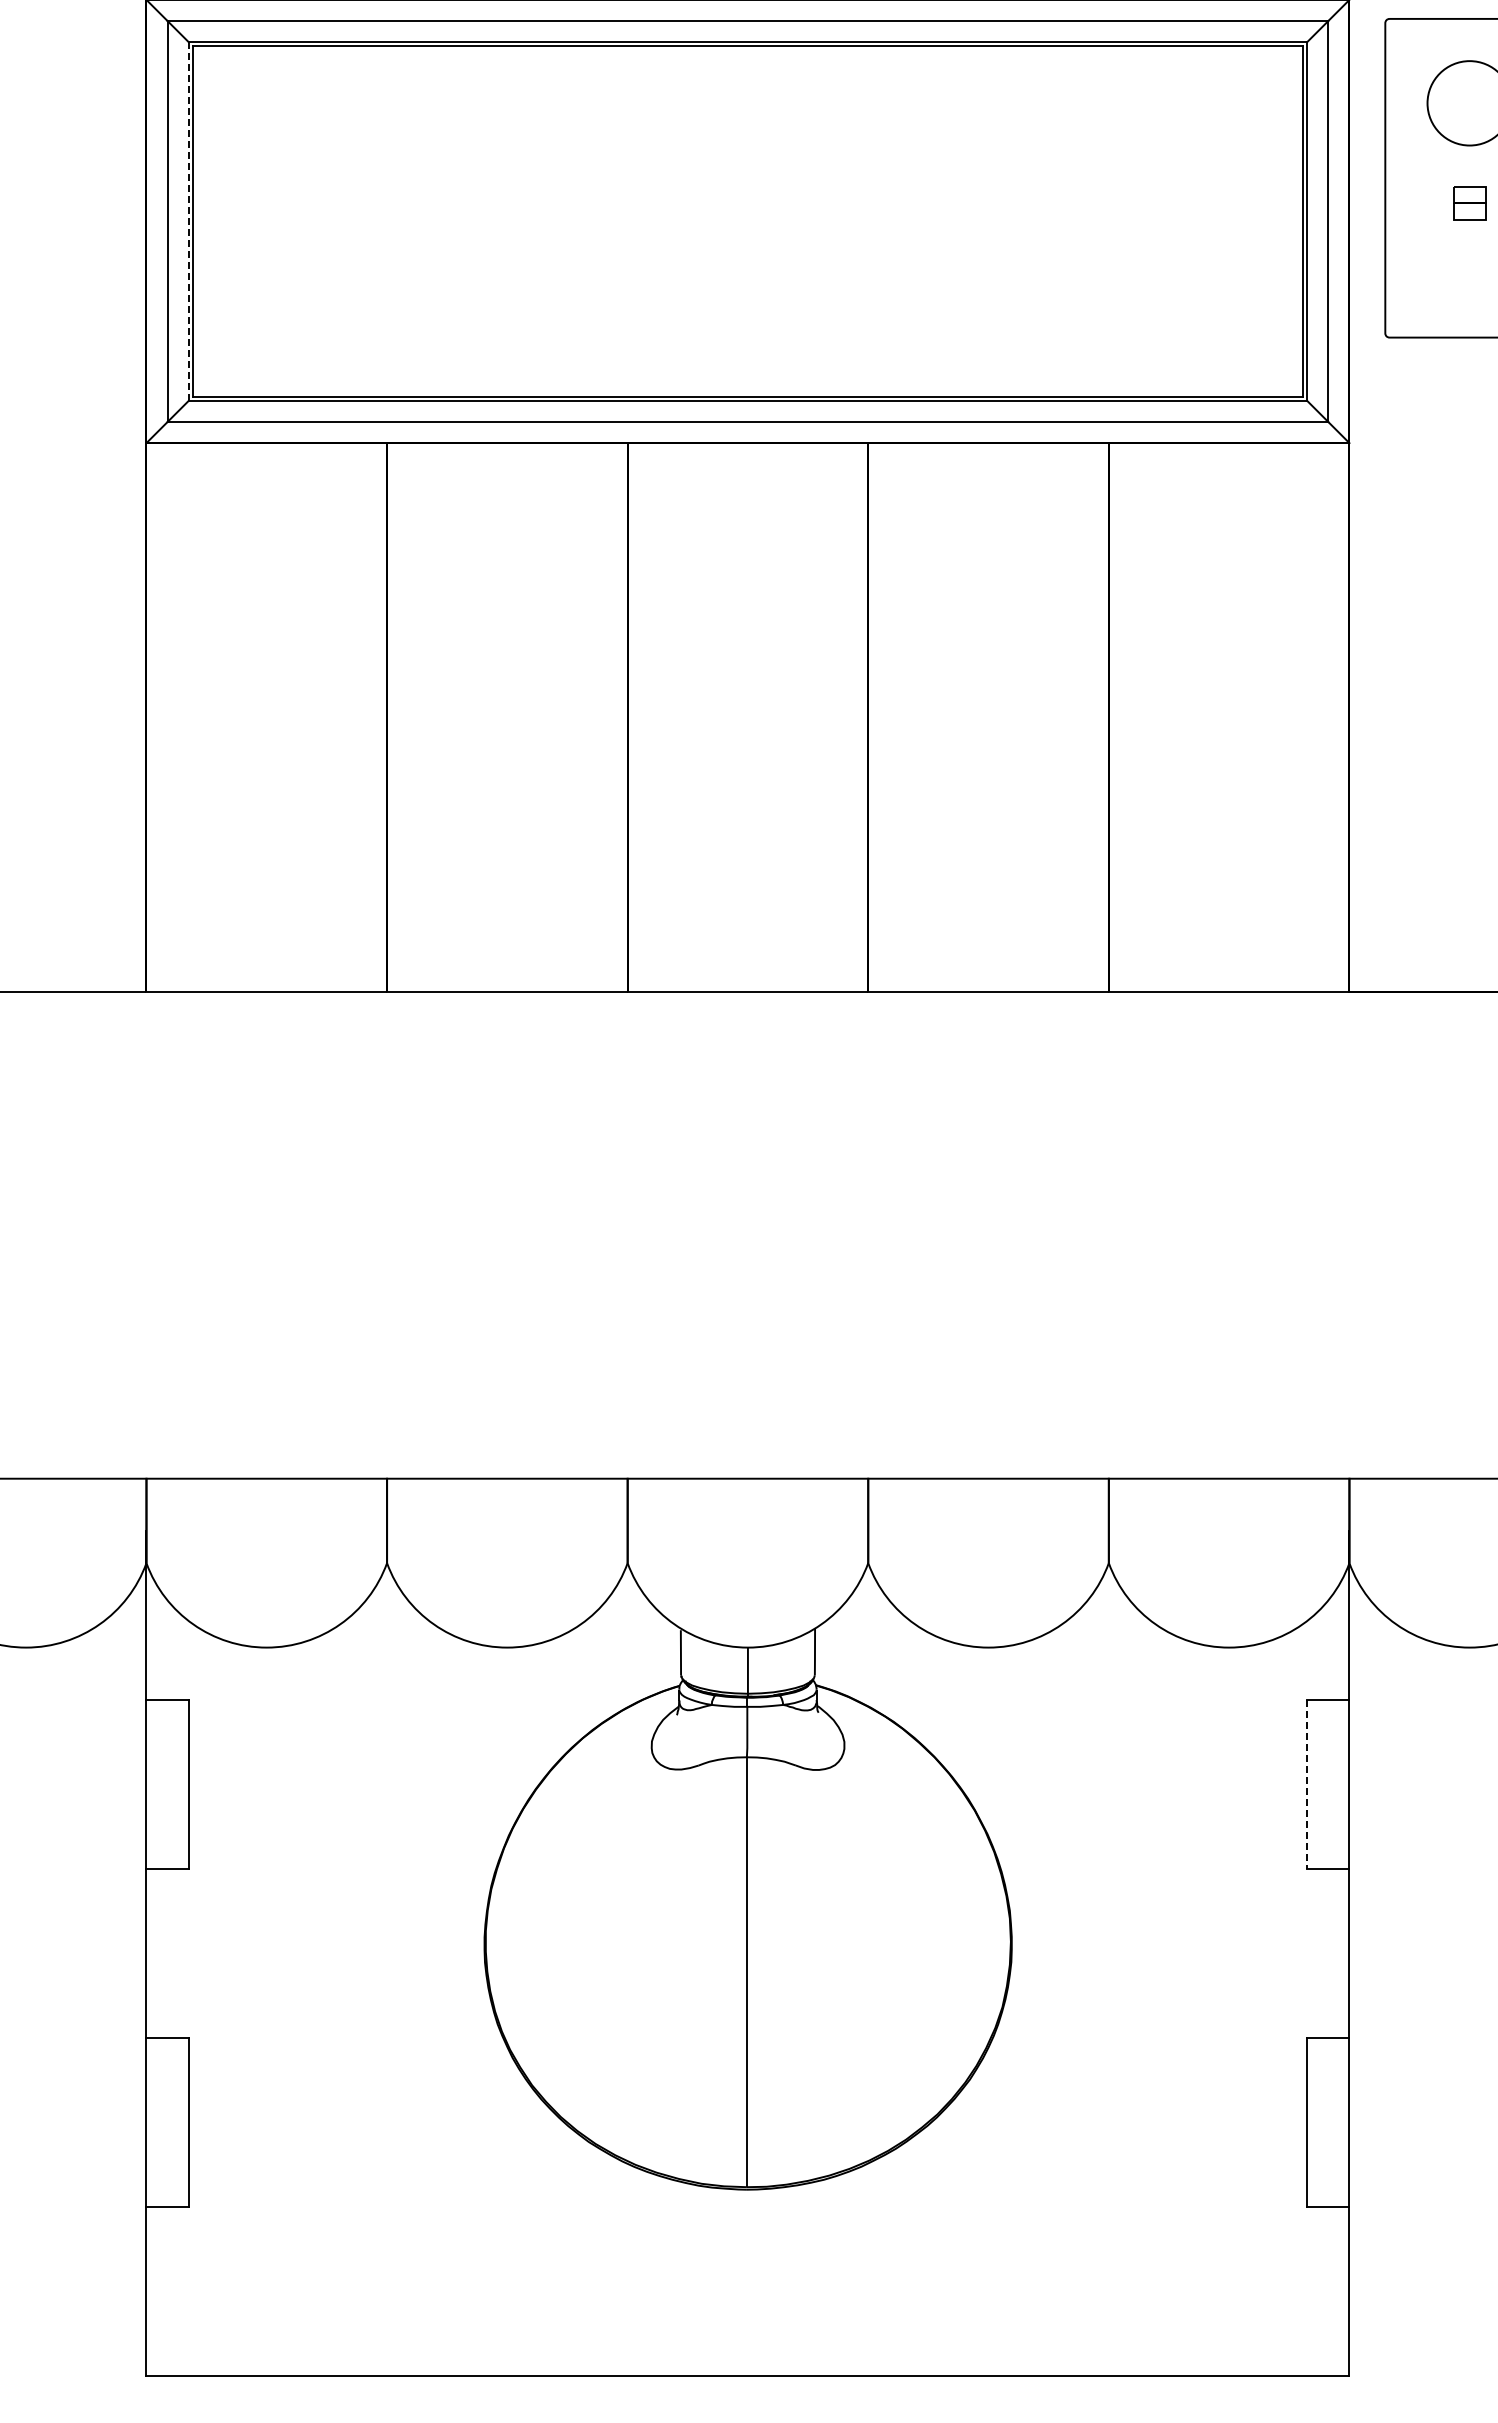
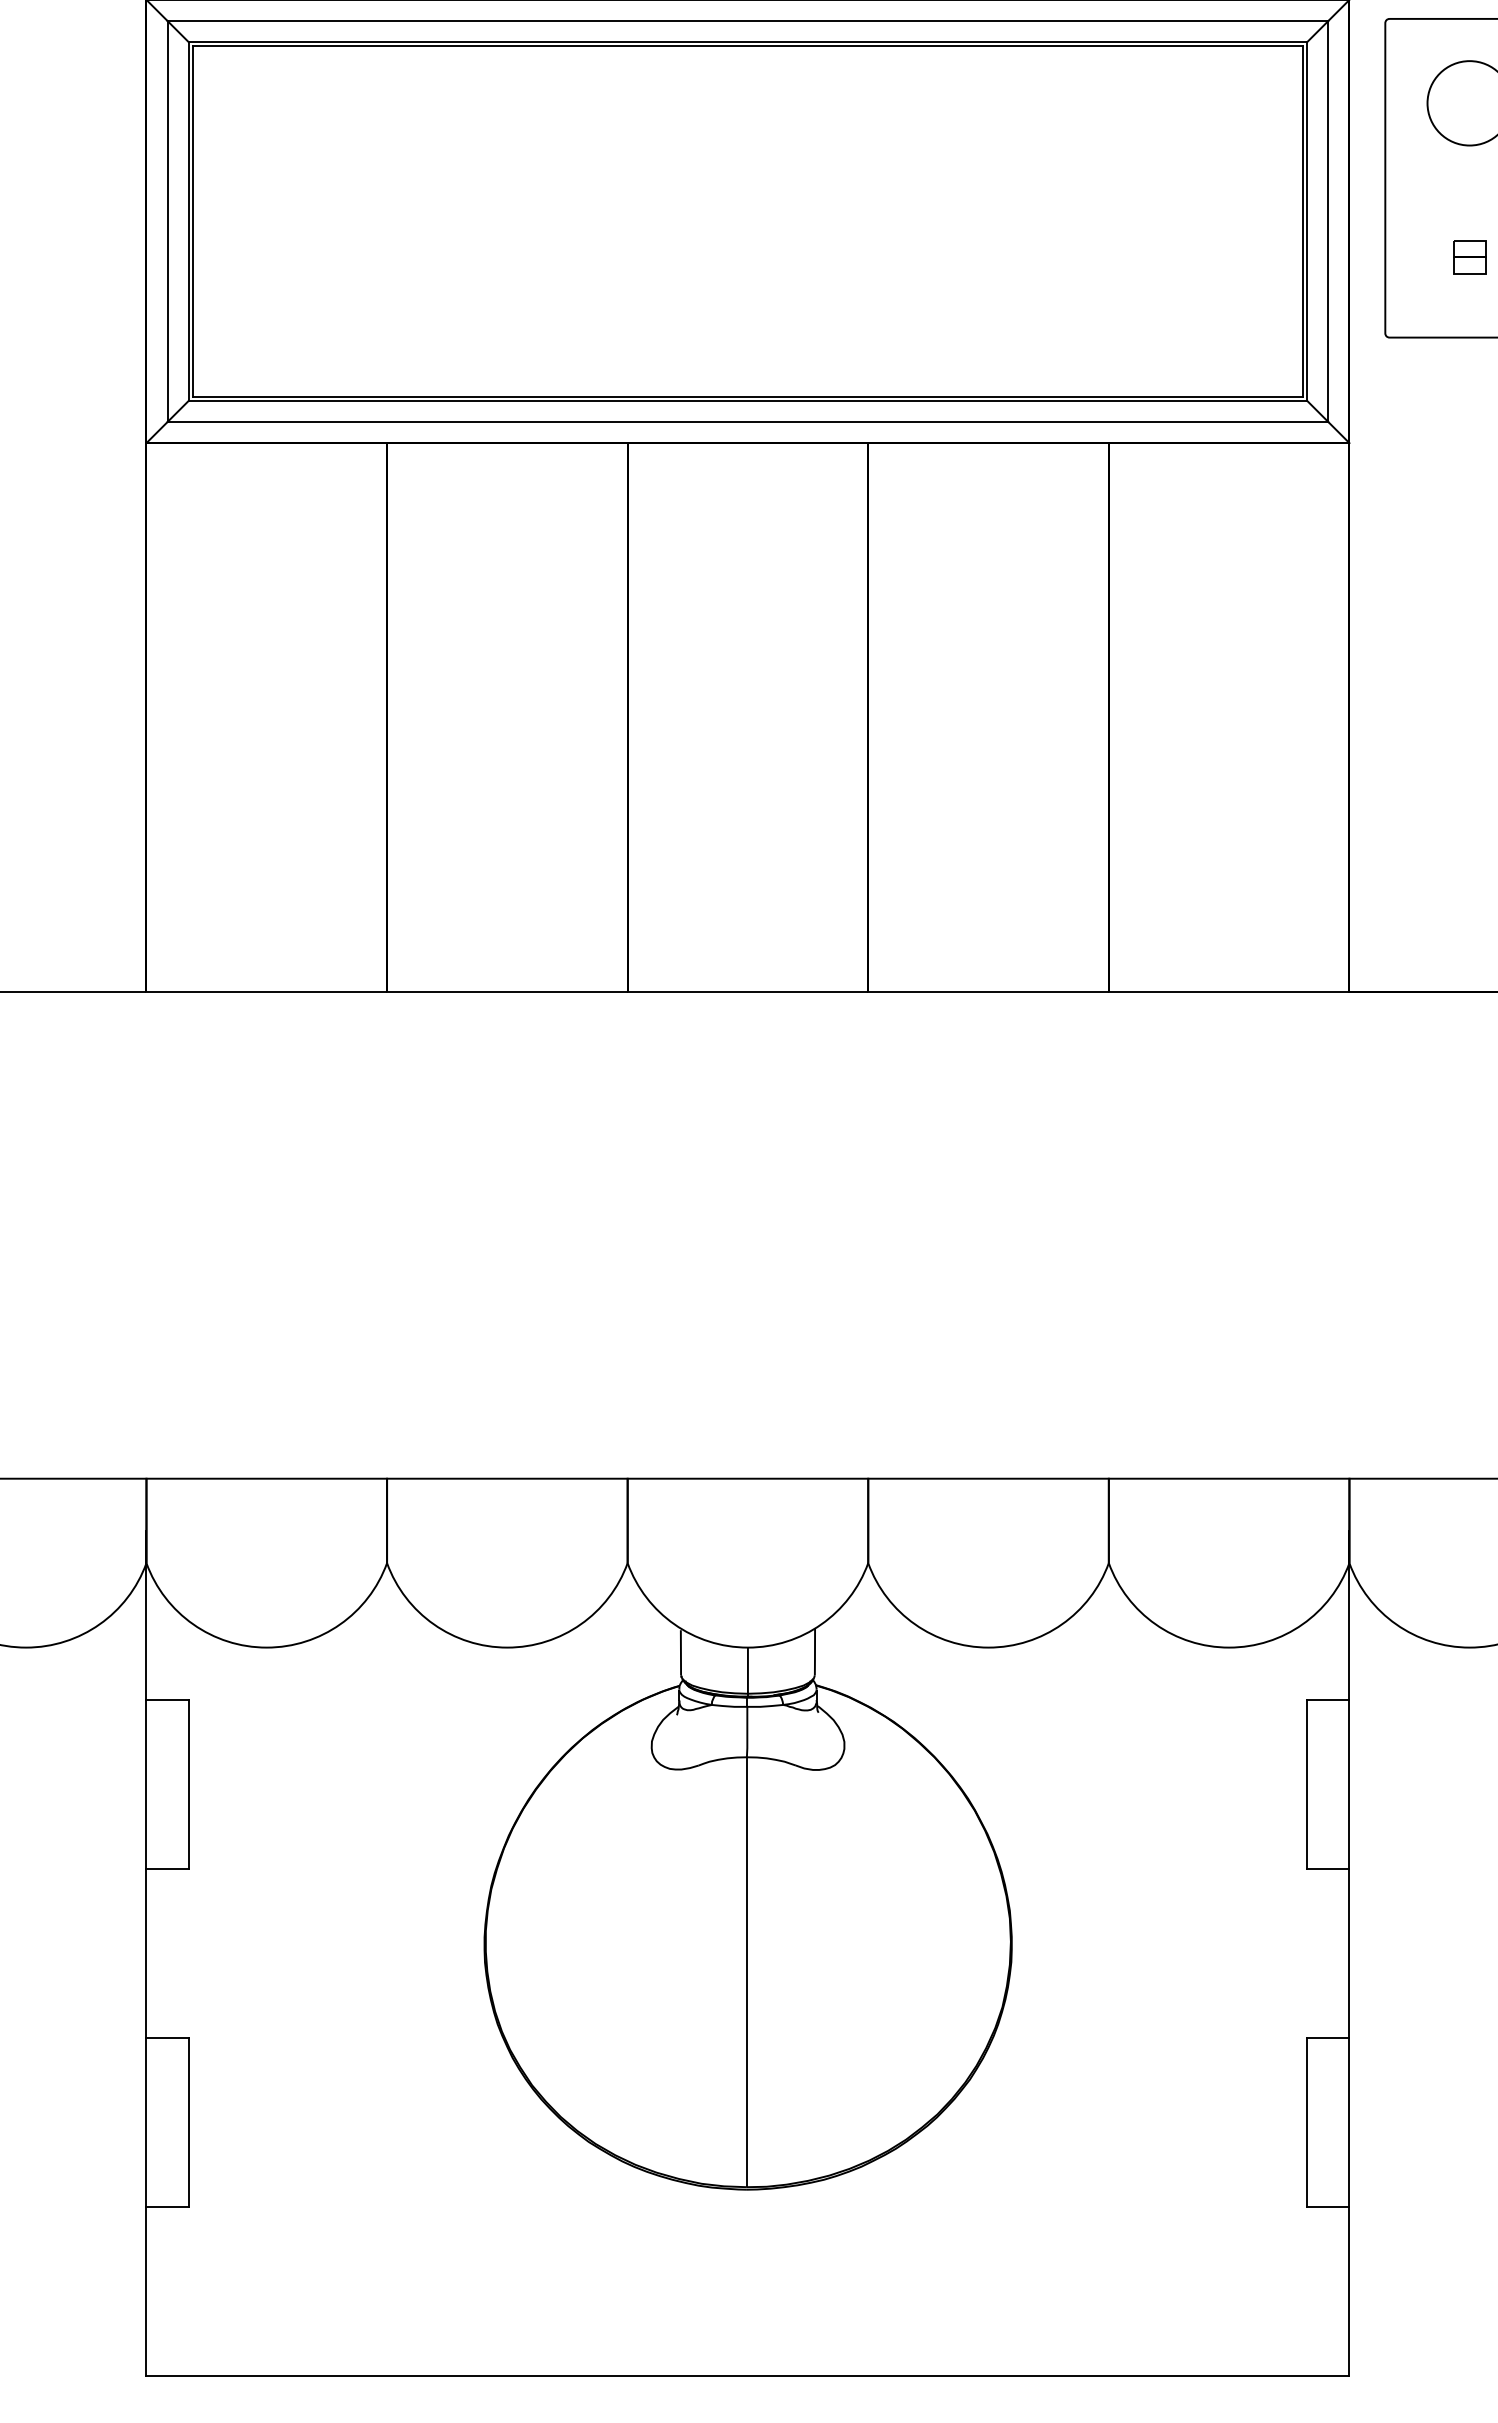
part at (1469, 203) position: (1469, 203) -> (1469, 257)
line at (188, 222): dashed -> solid
line at (1307, 1785): dashed -> solid
